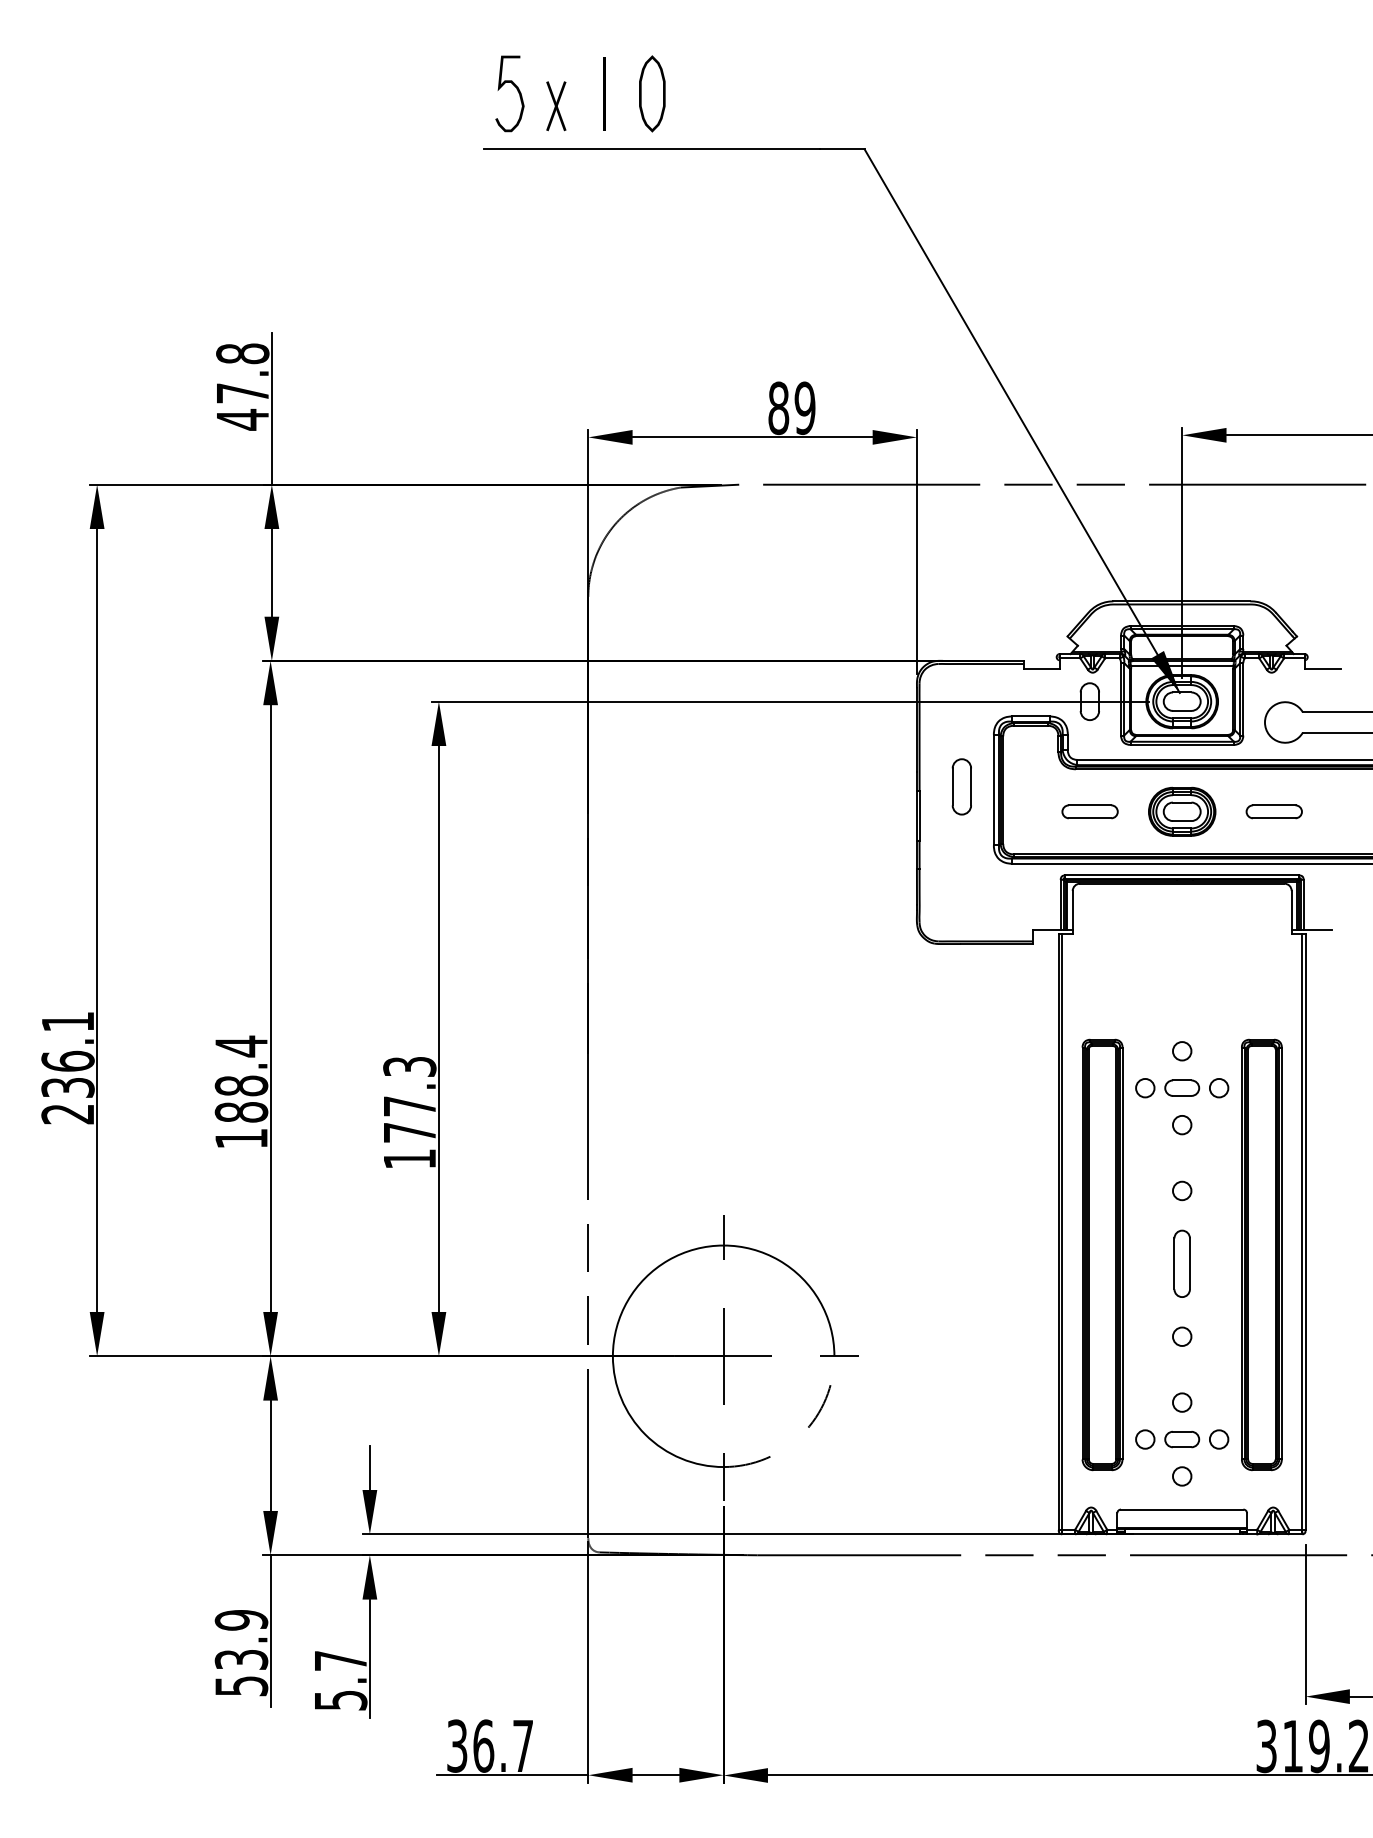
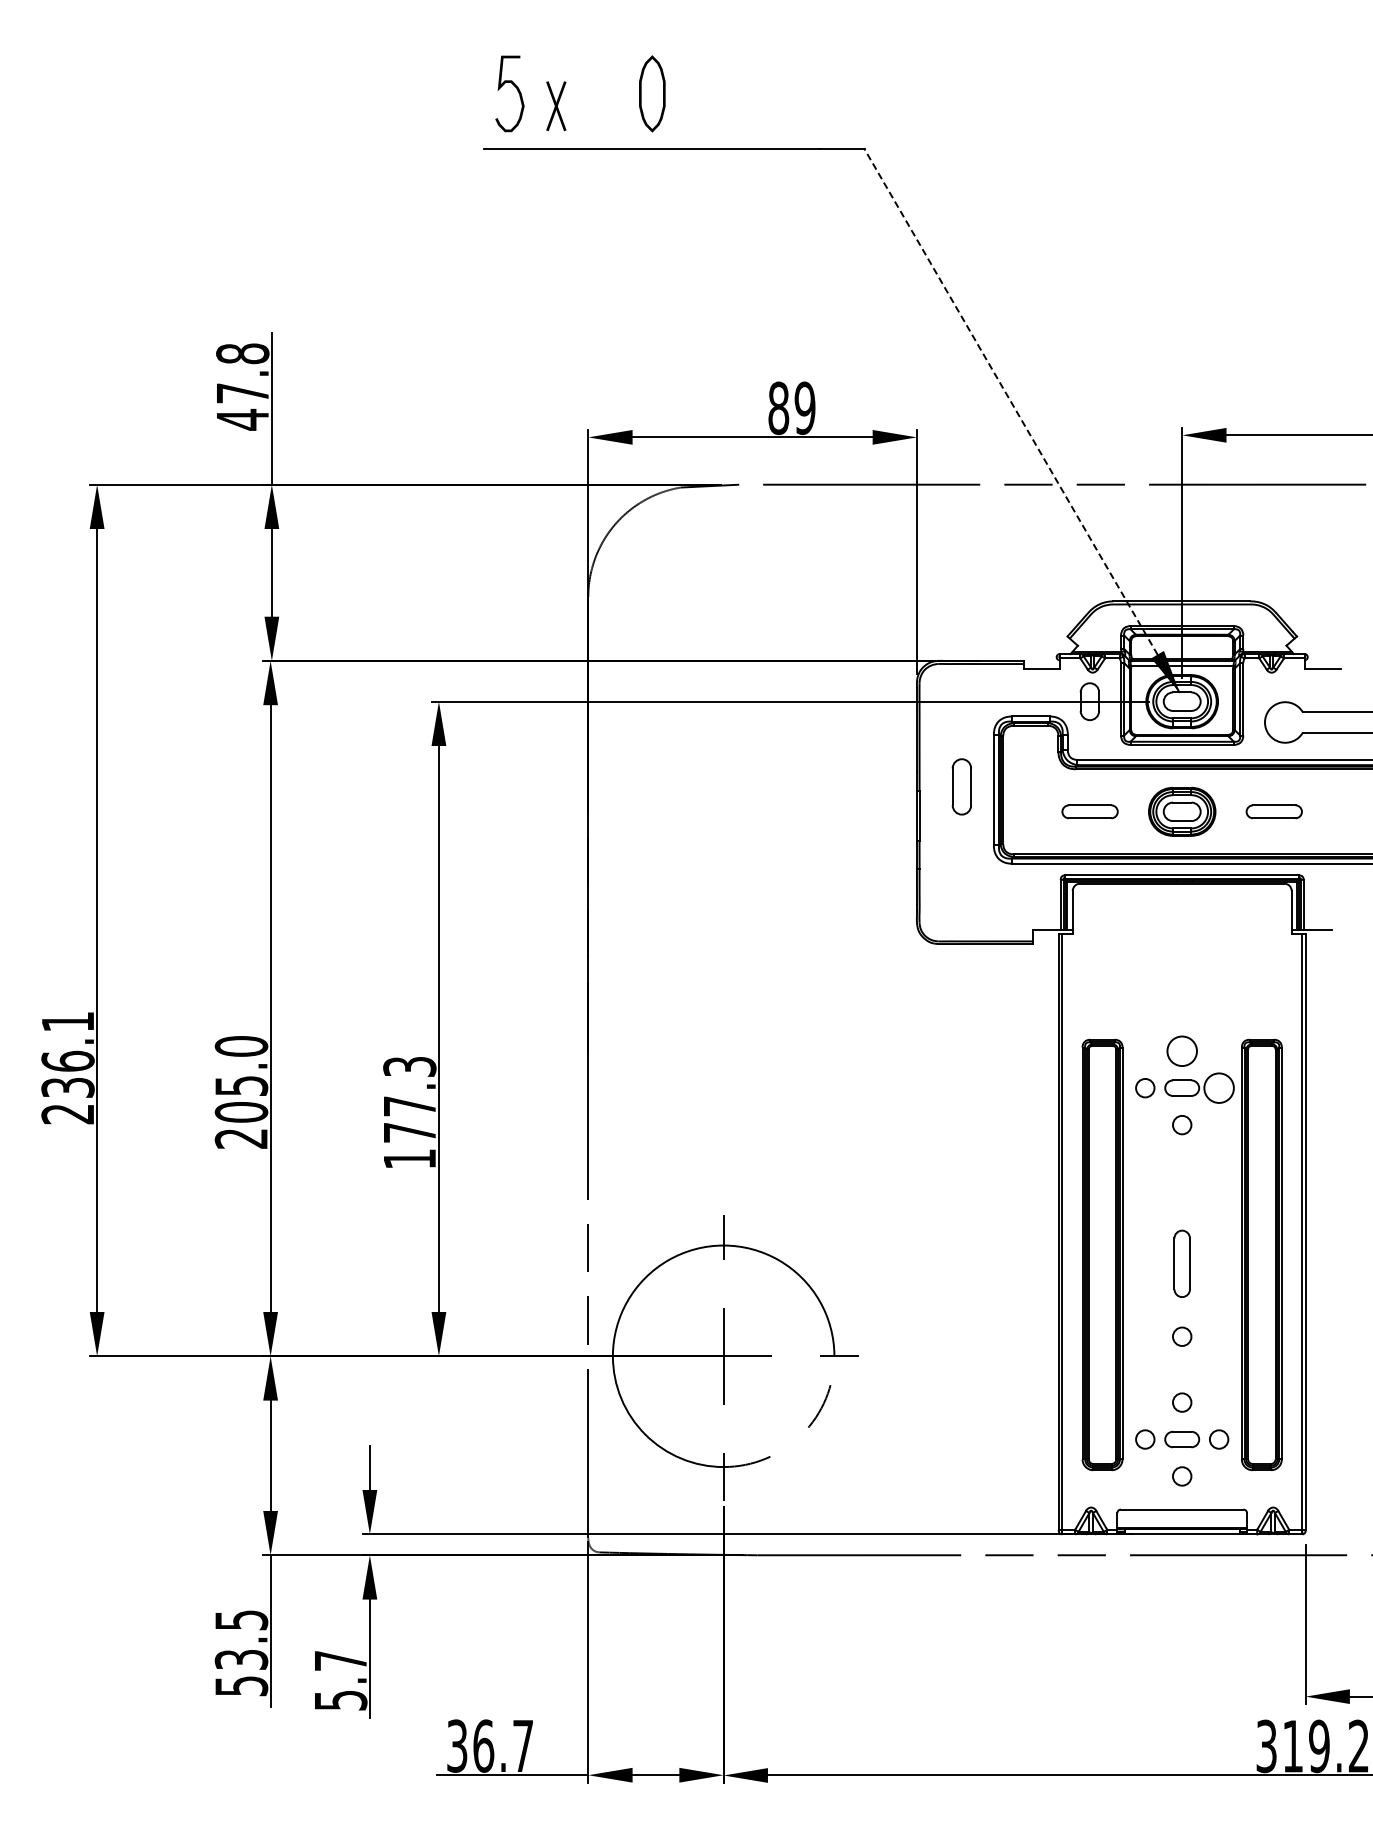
line at (604, 93): present -> none
line at (1021, 420): solid -> dashed
circle at (1182, 1051) diameter: 18 px -> 30 px
circle at (1218, 1087) diameter: 18 px -> 30 px
text at (241, 1091): 188.4 -> 205.0
circle at (1182, 1190): present -> none
text at (241, 1620): 53.9 -> 53.5
